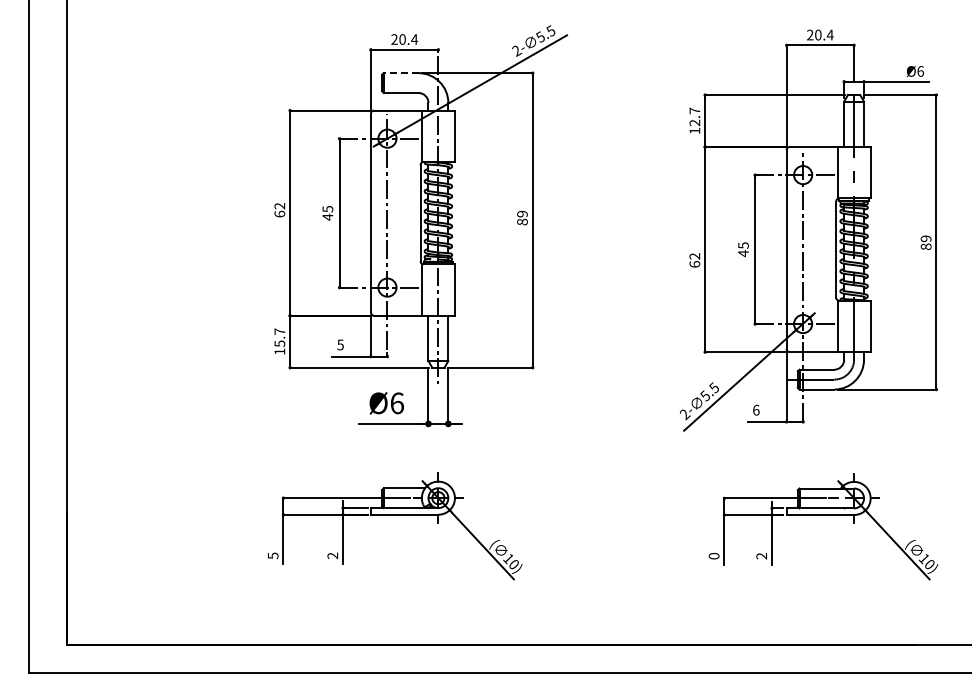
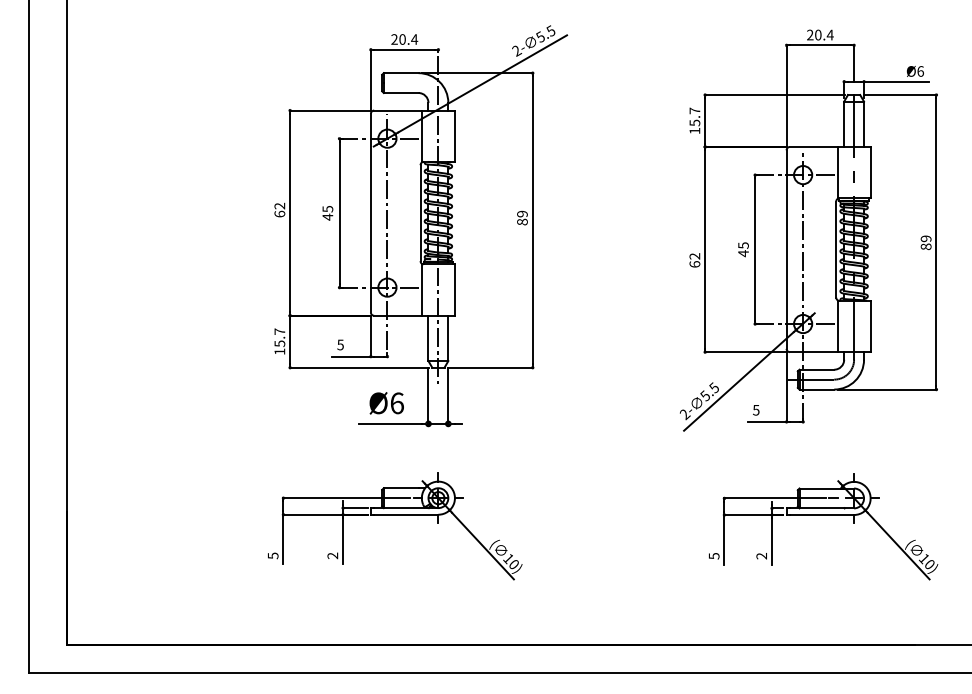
line at (400, 73): dashed -> solid
text at (694, 122): 12.7 -> 15.7
text at (756, 409): 6 -> 5
text at (713, 555): 0 -> 5
